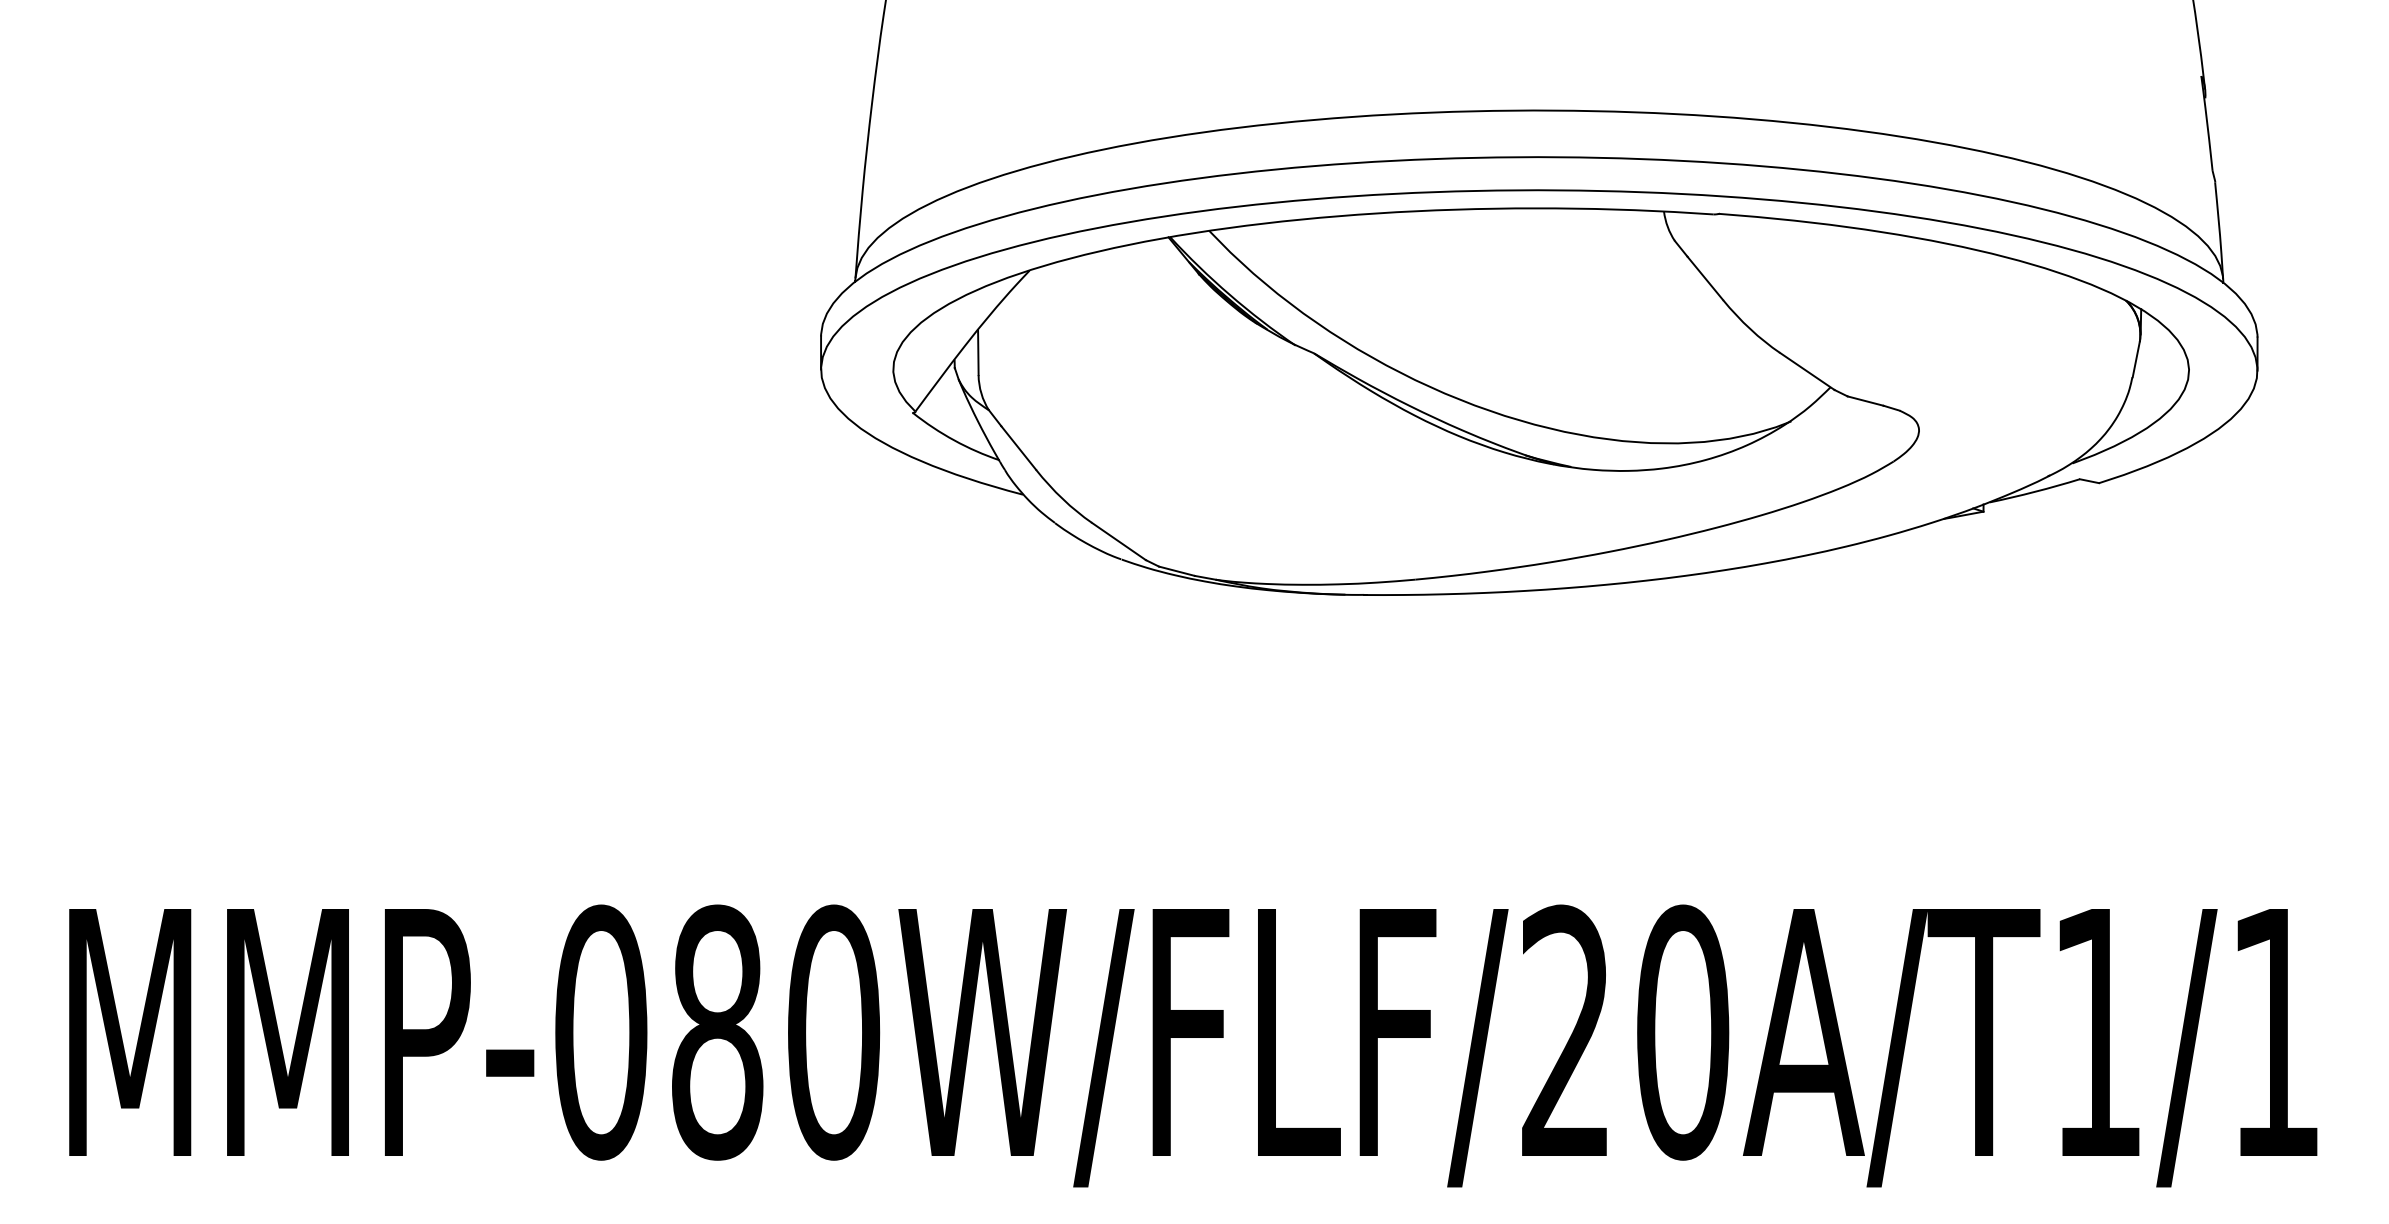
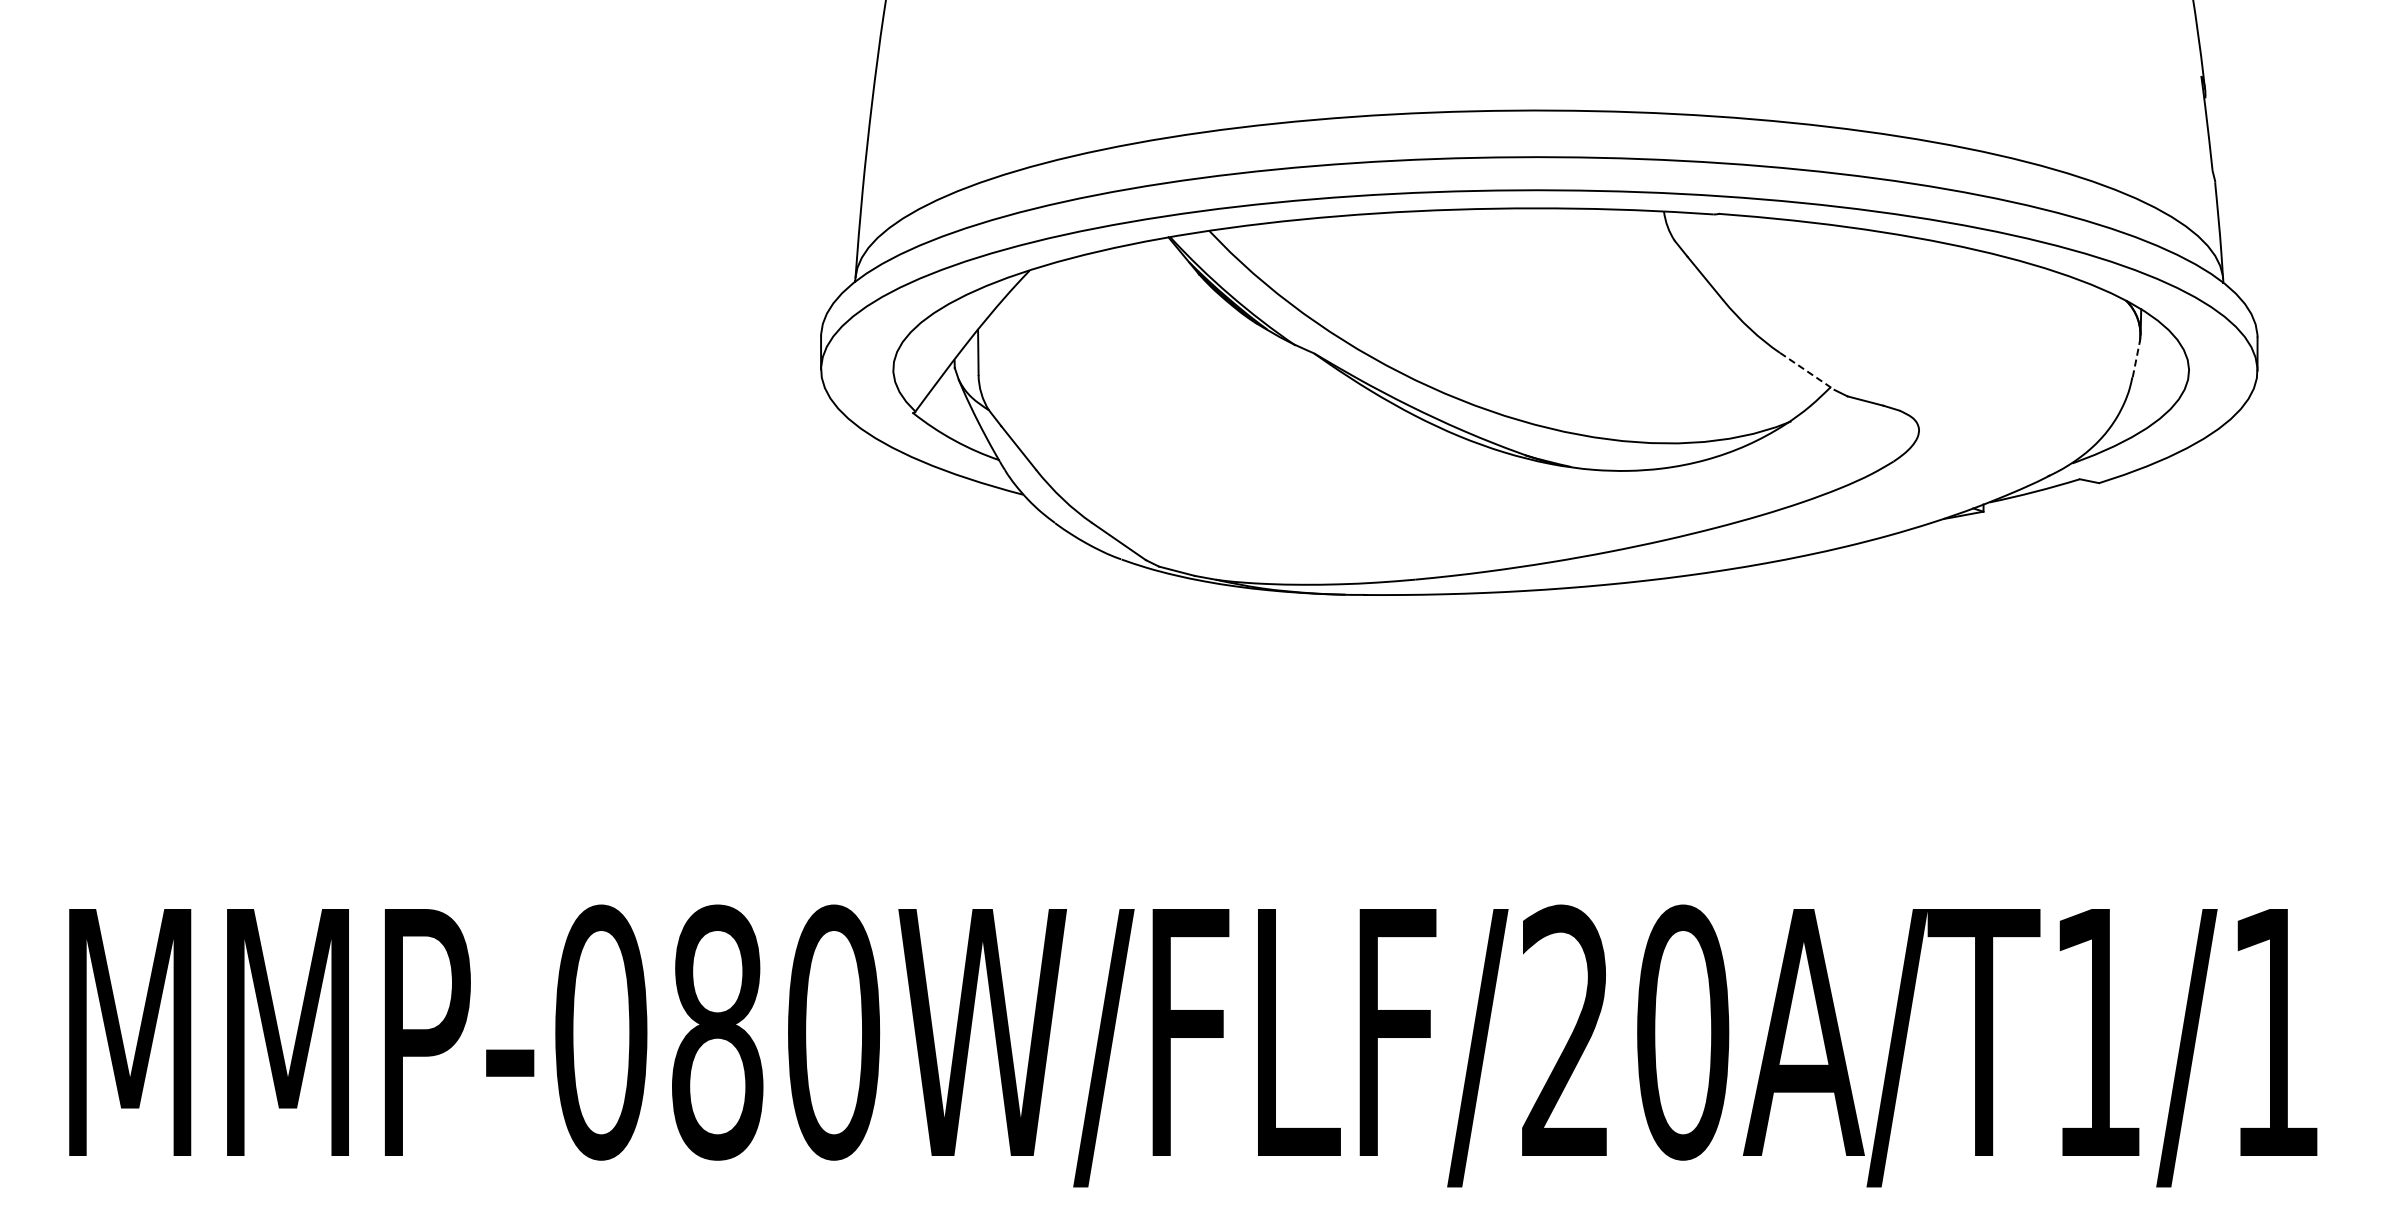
line at (2136, 358): solid -> dashed
line at (1807, 371): solid -> dashed
